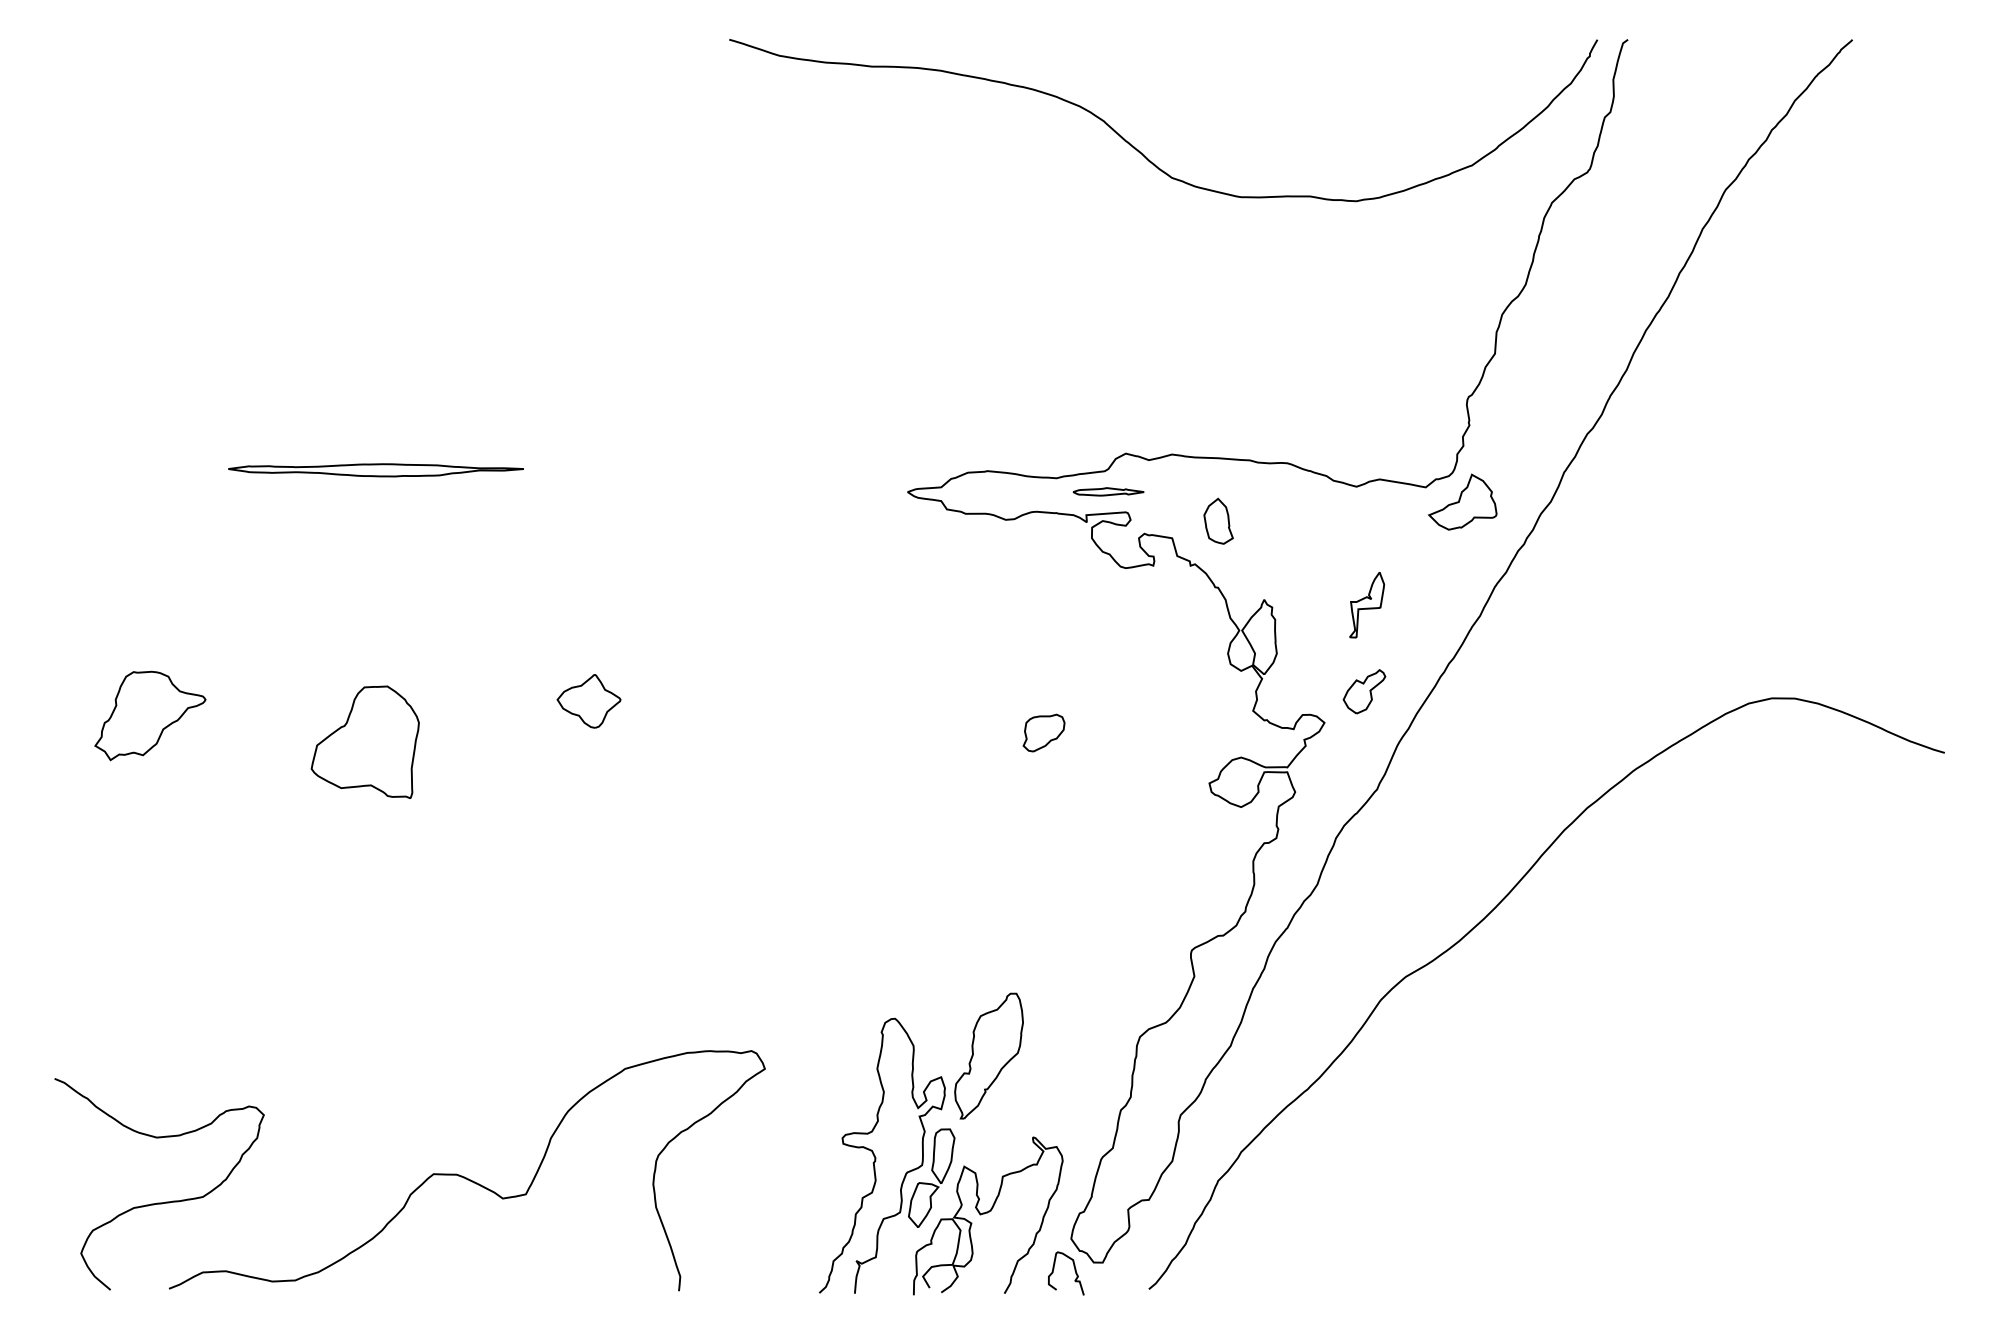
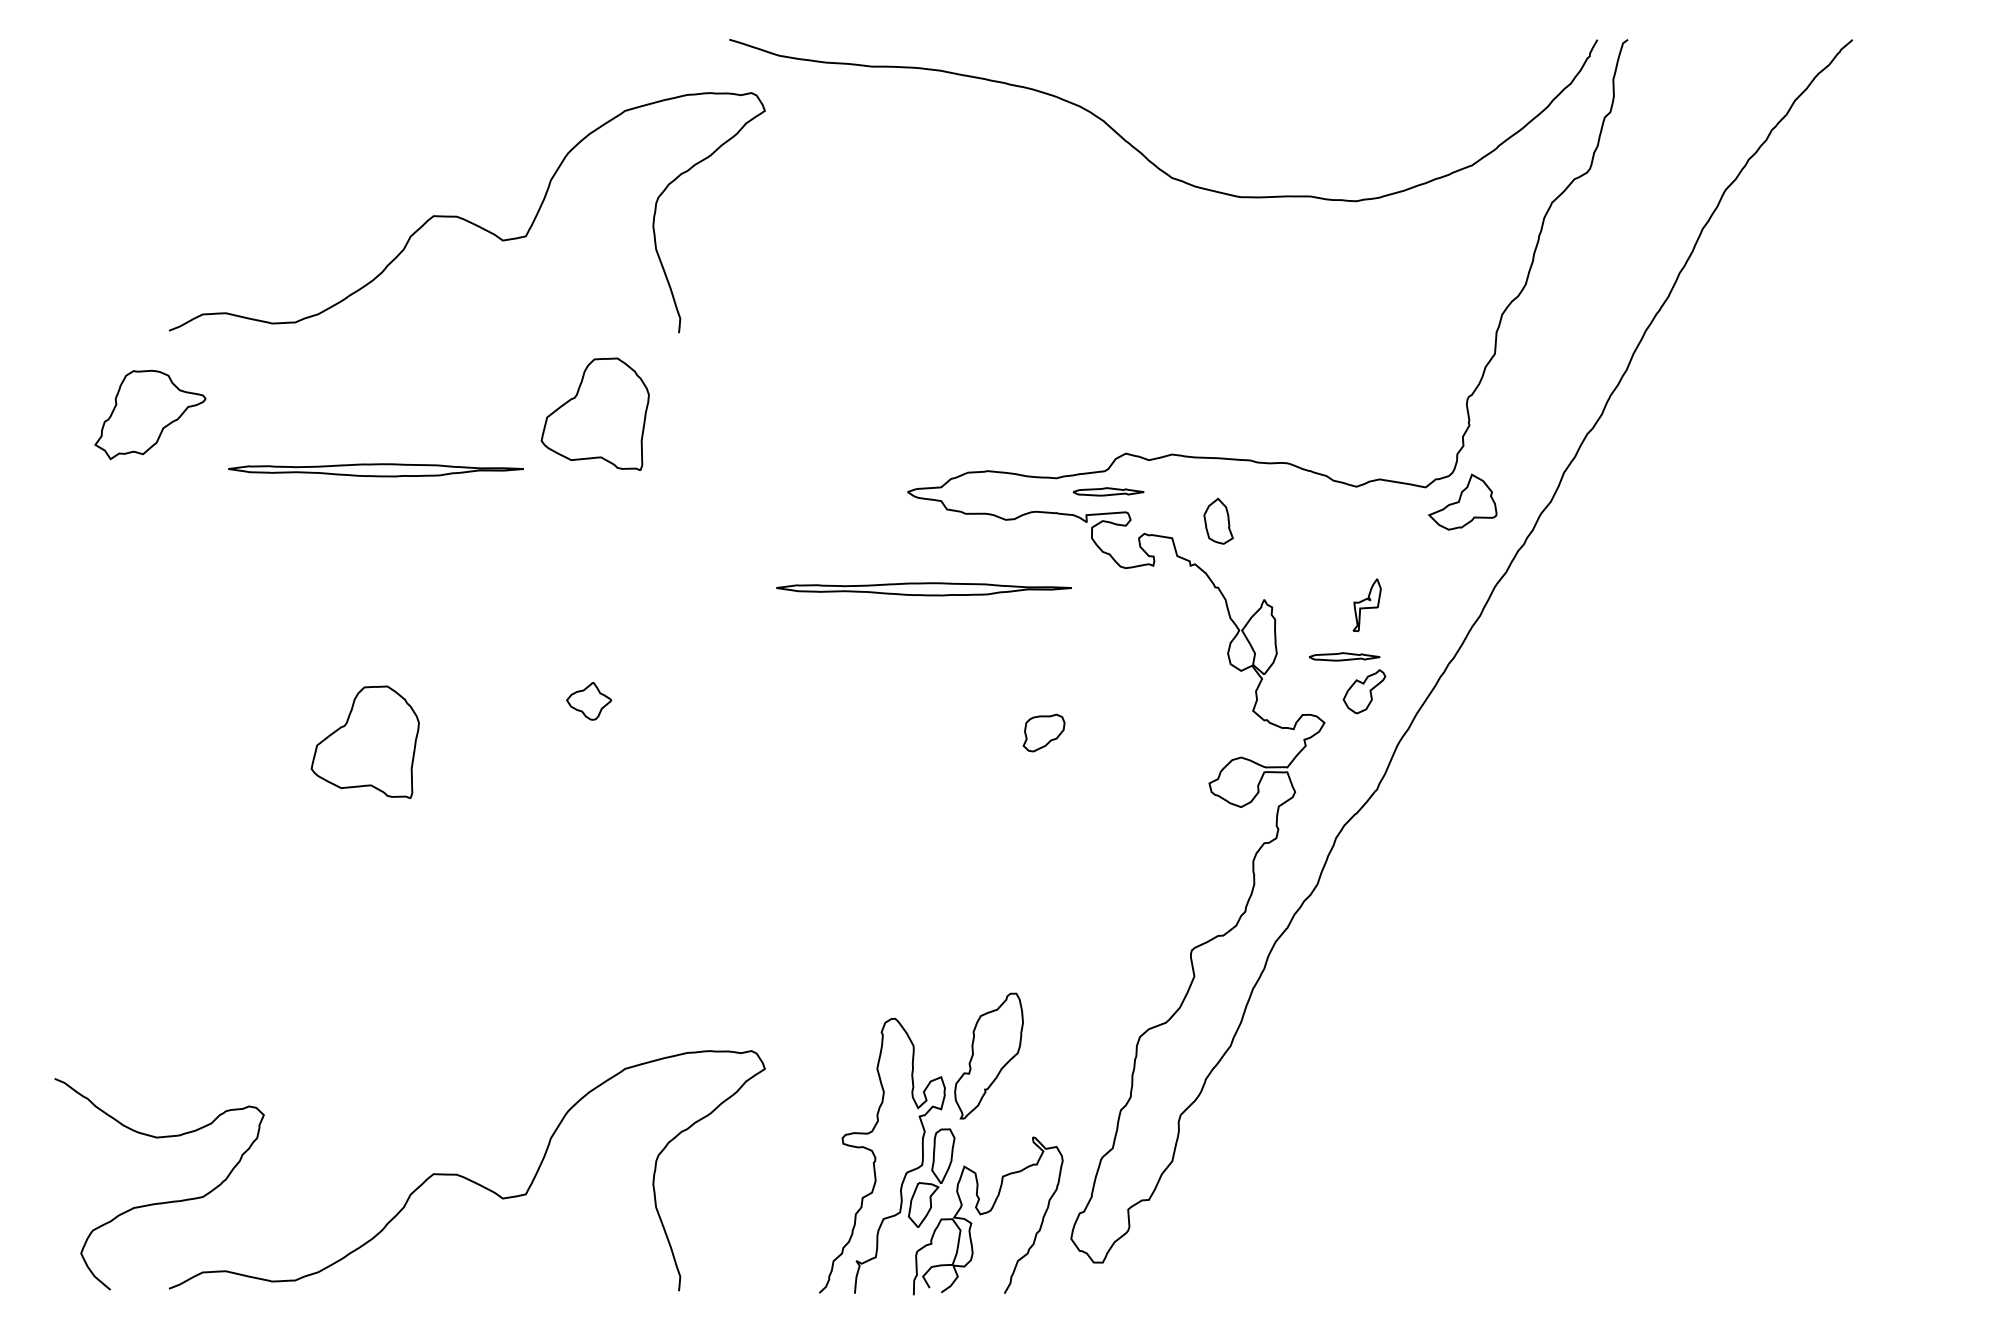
curve at (464, 218): none -> present
part at (594, 413): none -> present
part at (923, 589): none -> present
part at (1367, 605) size: 37x67 px -> 30x54 px
part at (1344, 656): none -> present
part at (588, 701) size: 66x55 px -> 46x39 px
part at (150, 715) position: (150, 715) -> (150, 414)
curve at (1478, 925): present -> none
curve at (1074, 1270): present -> none
